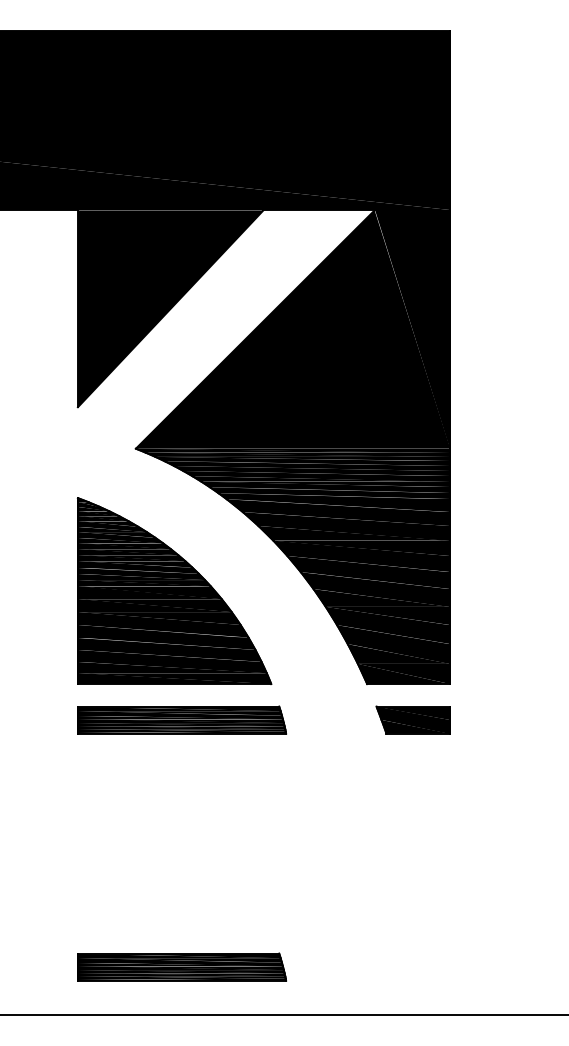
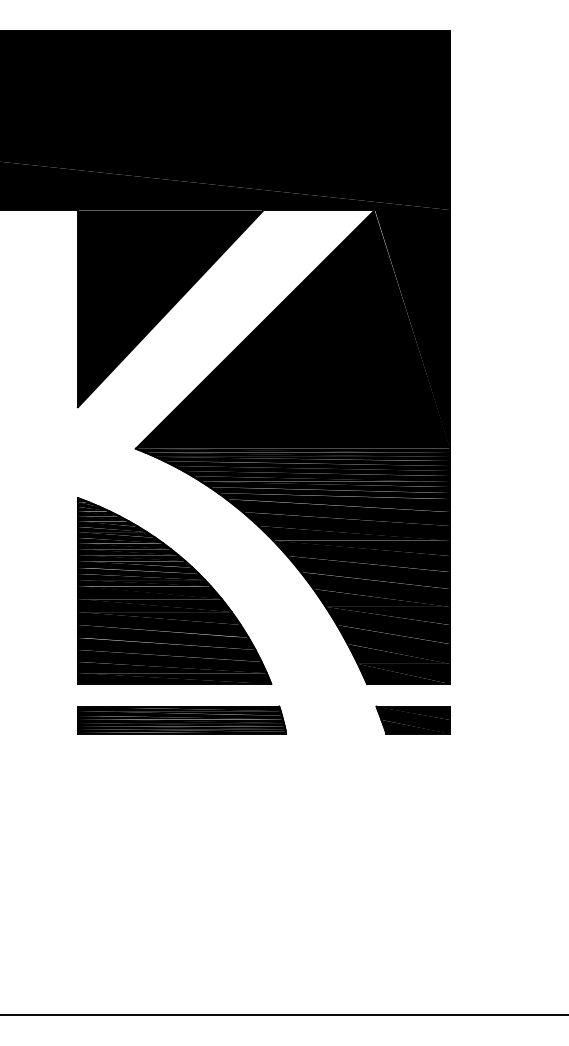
part at (181, 966): present -> none
